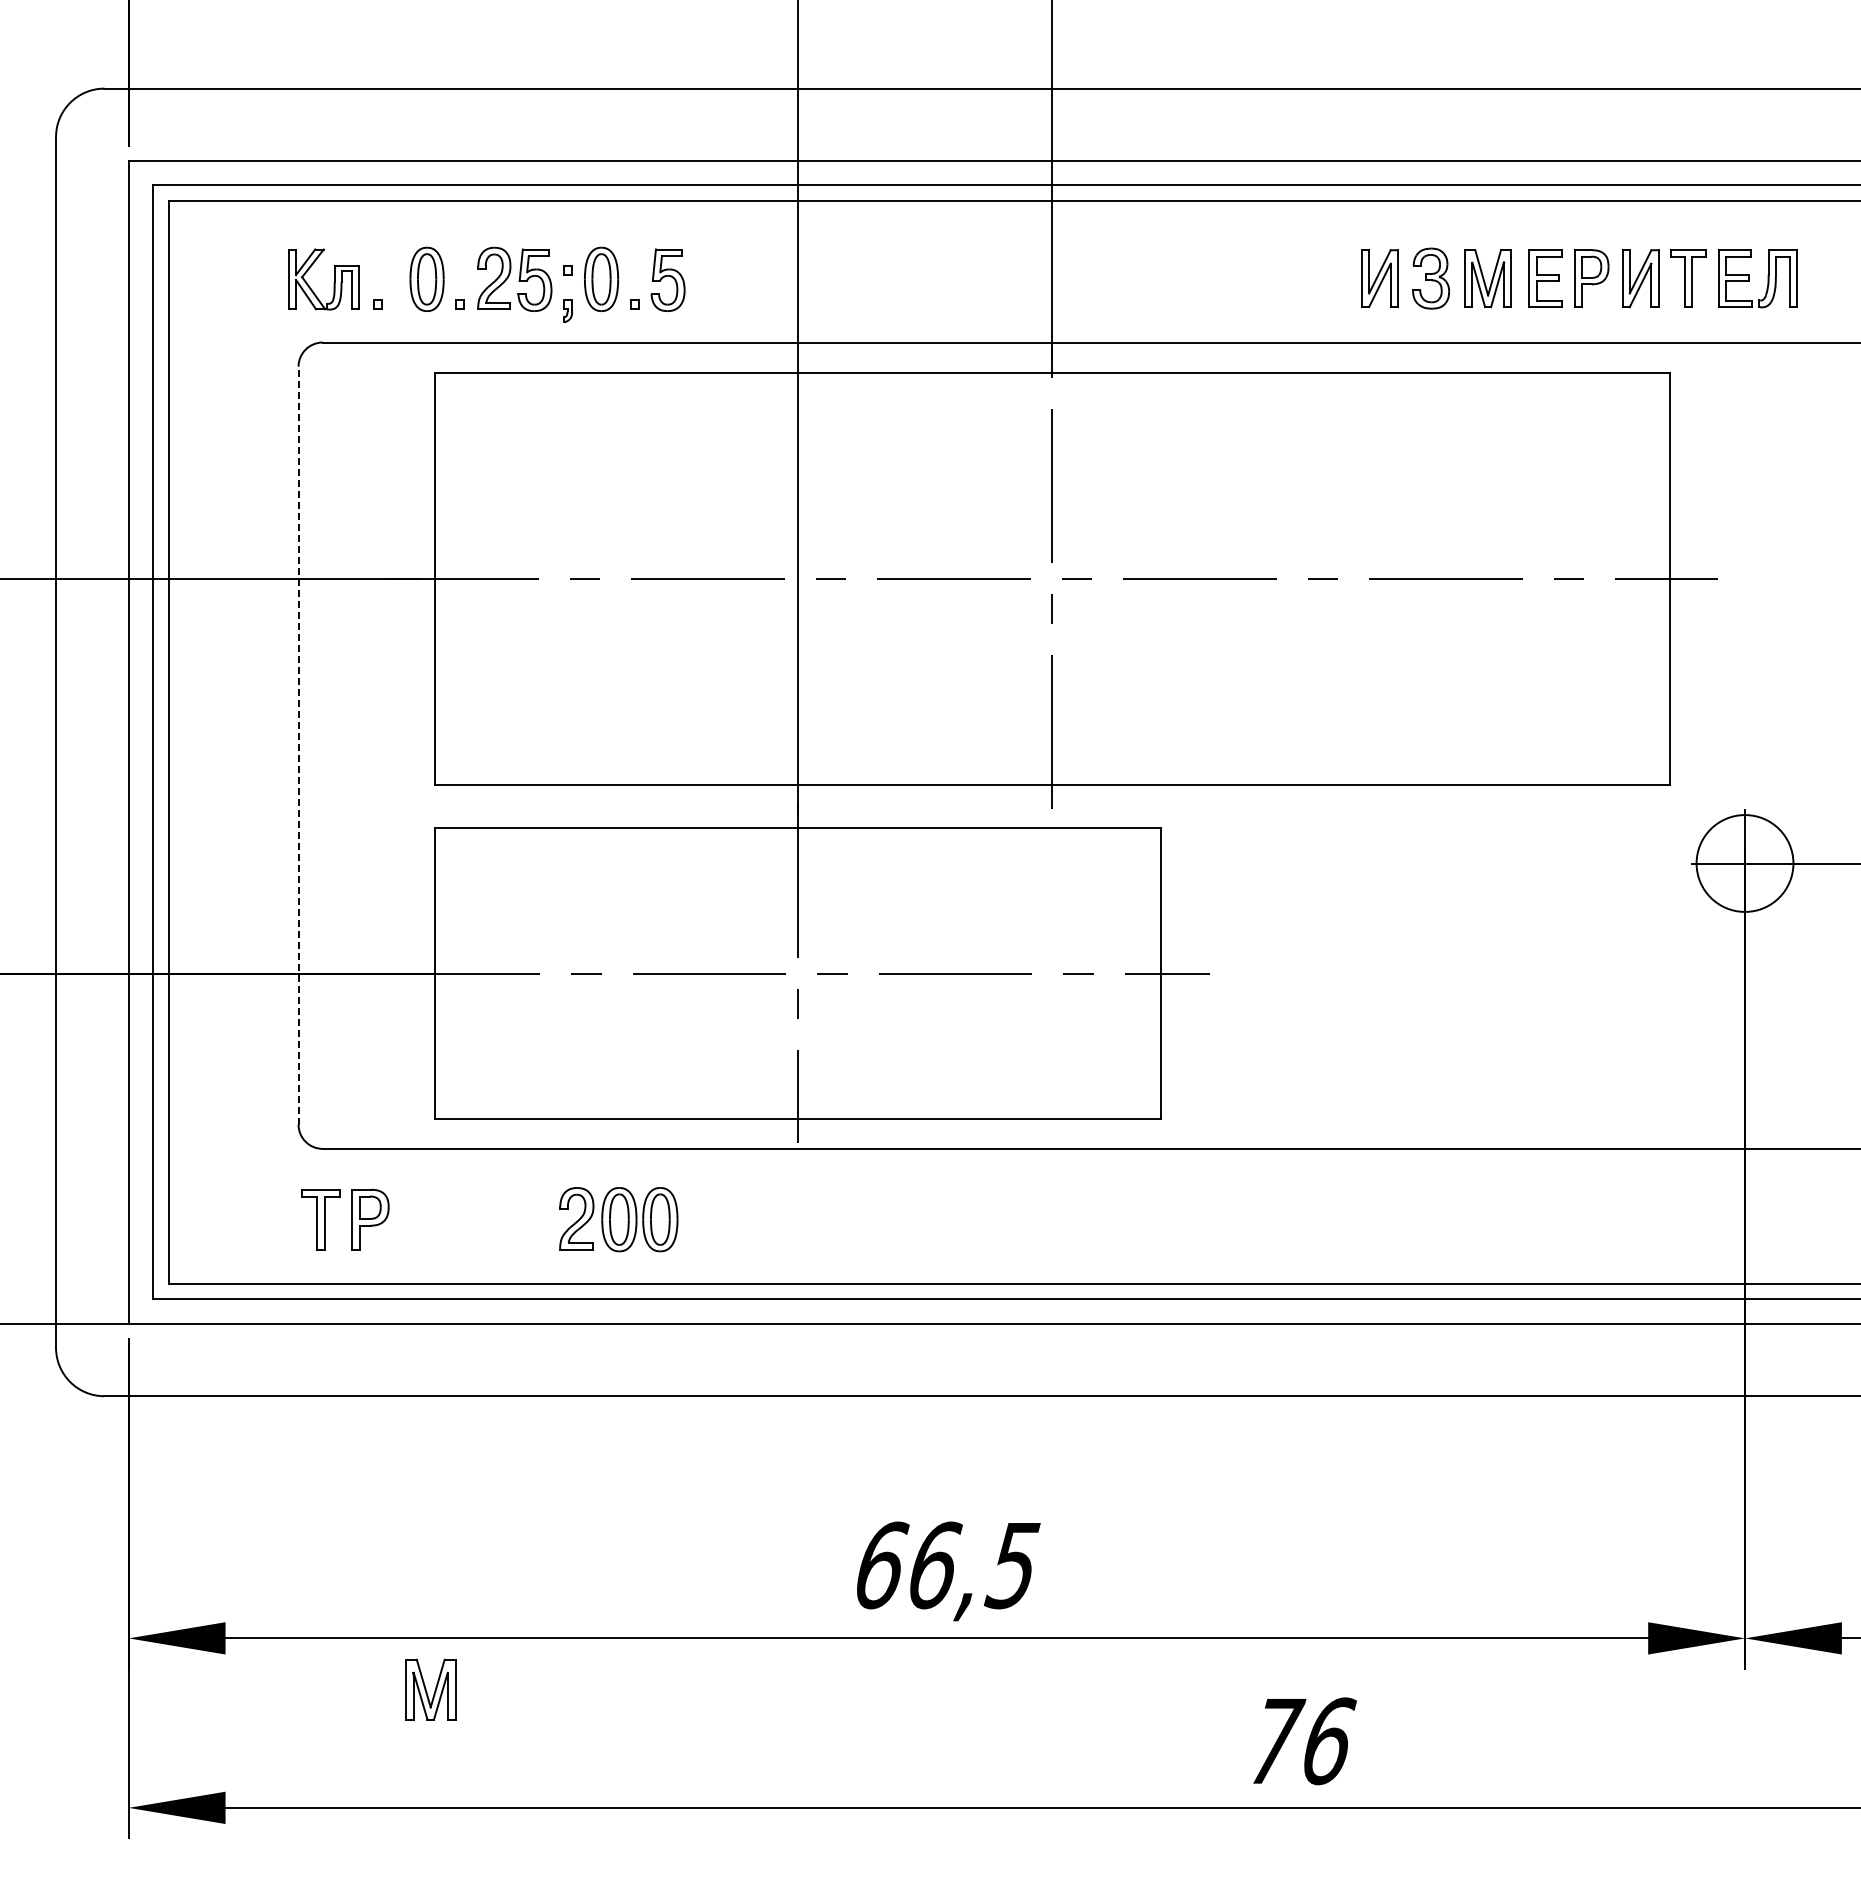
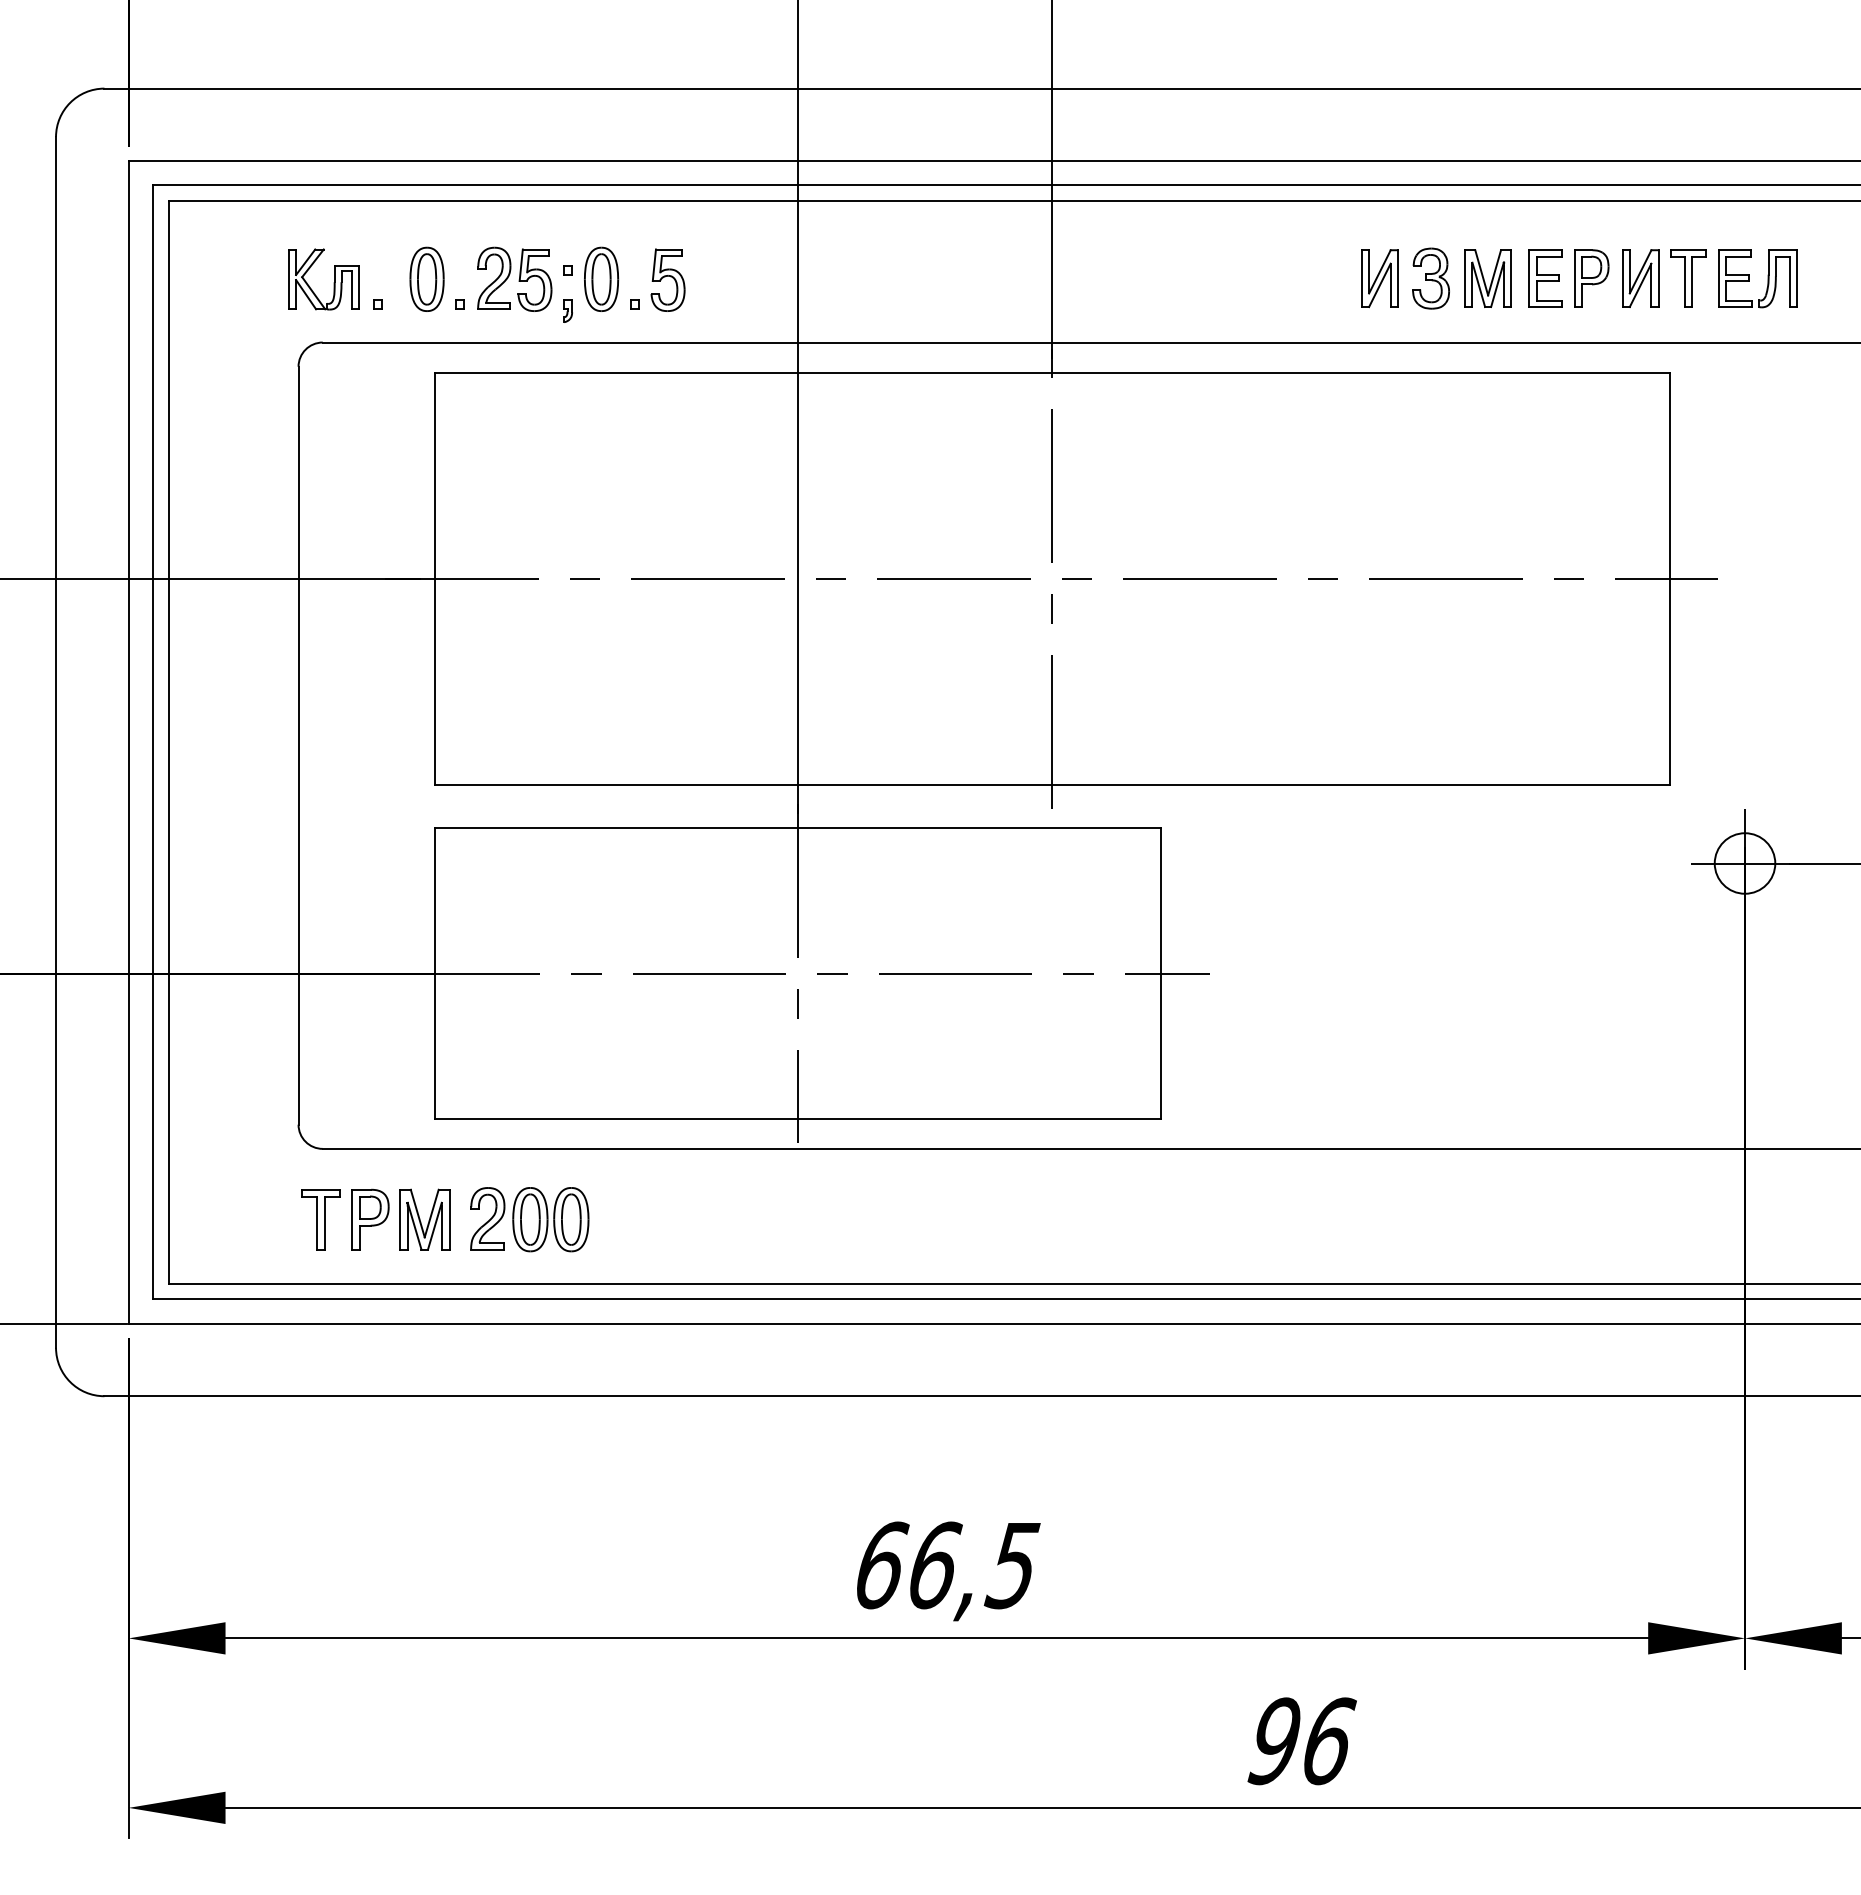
line at (298, 745): dashed -> solid
circle at (1744, 863) diameter: 97 px -> 61 px
part at (618, 1219) position: (618, 1219) -> (529, 1219)
part at (430, 1689) position: (430, 1689) -> (424, 1219)
text at (1276, 1741): 76 -> 96
